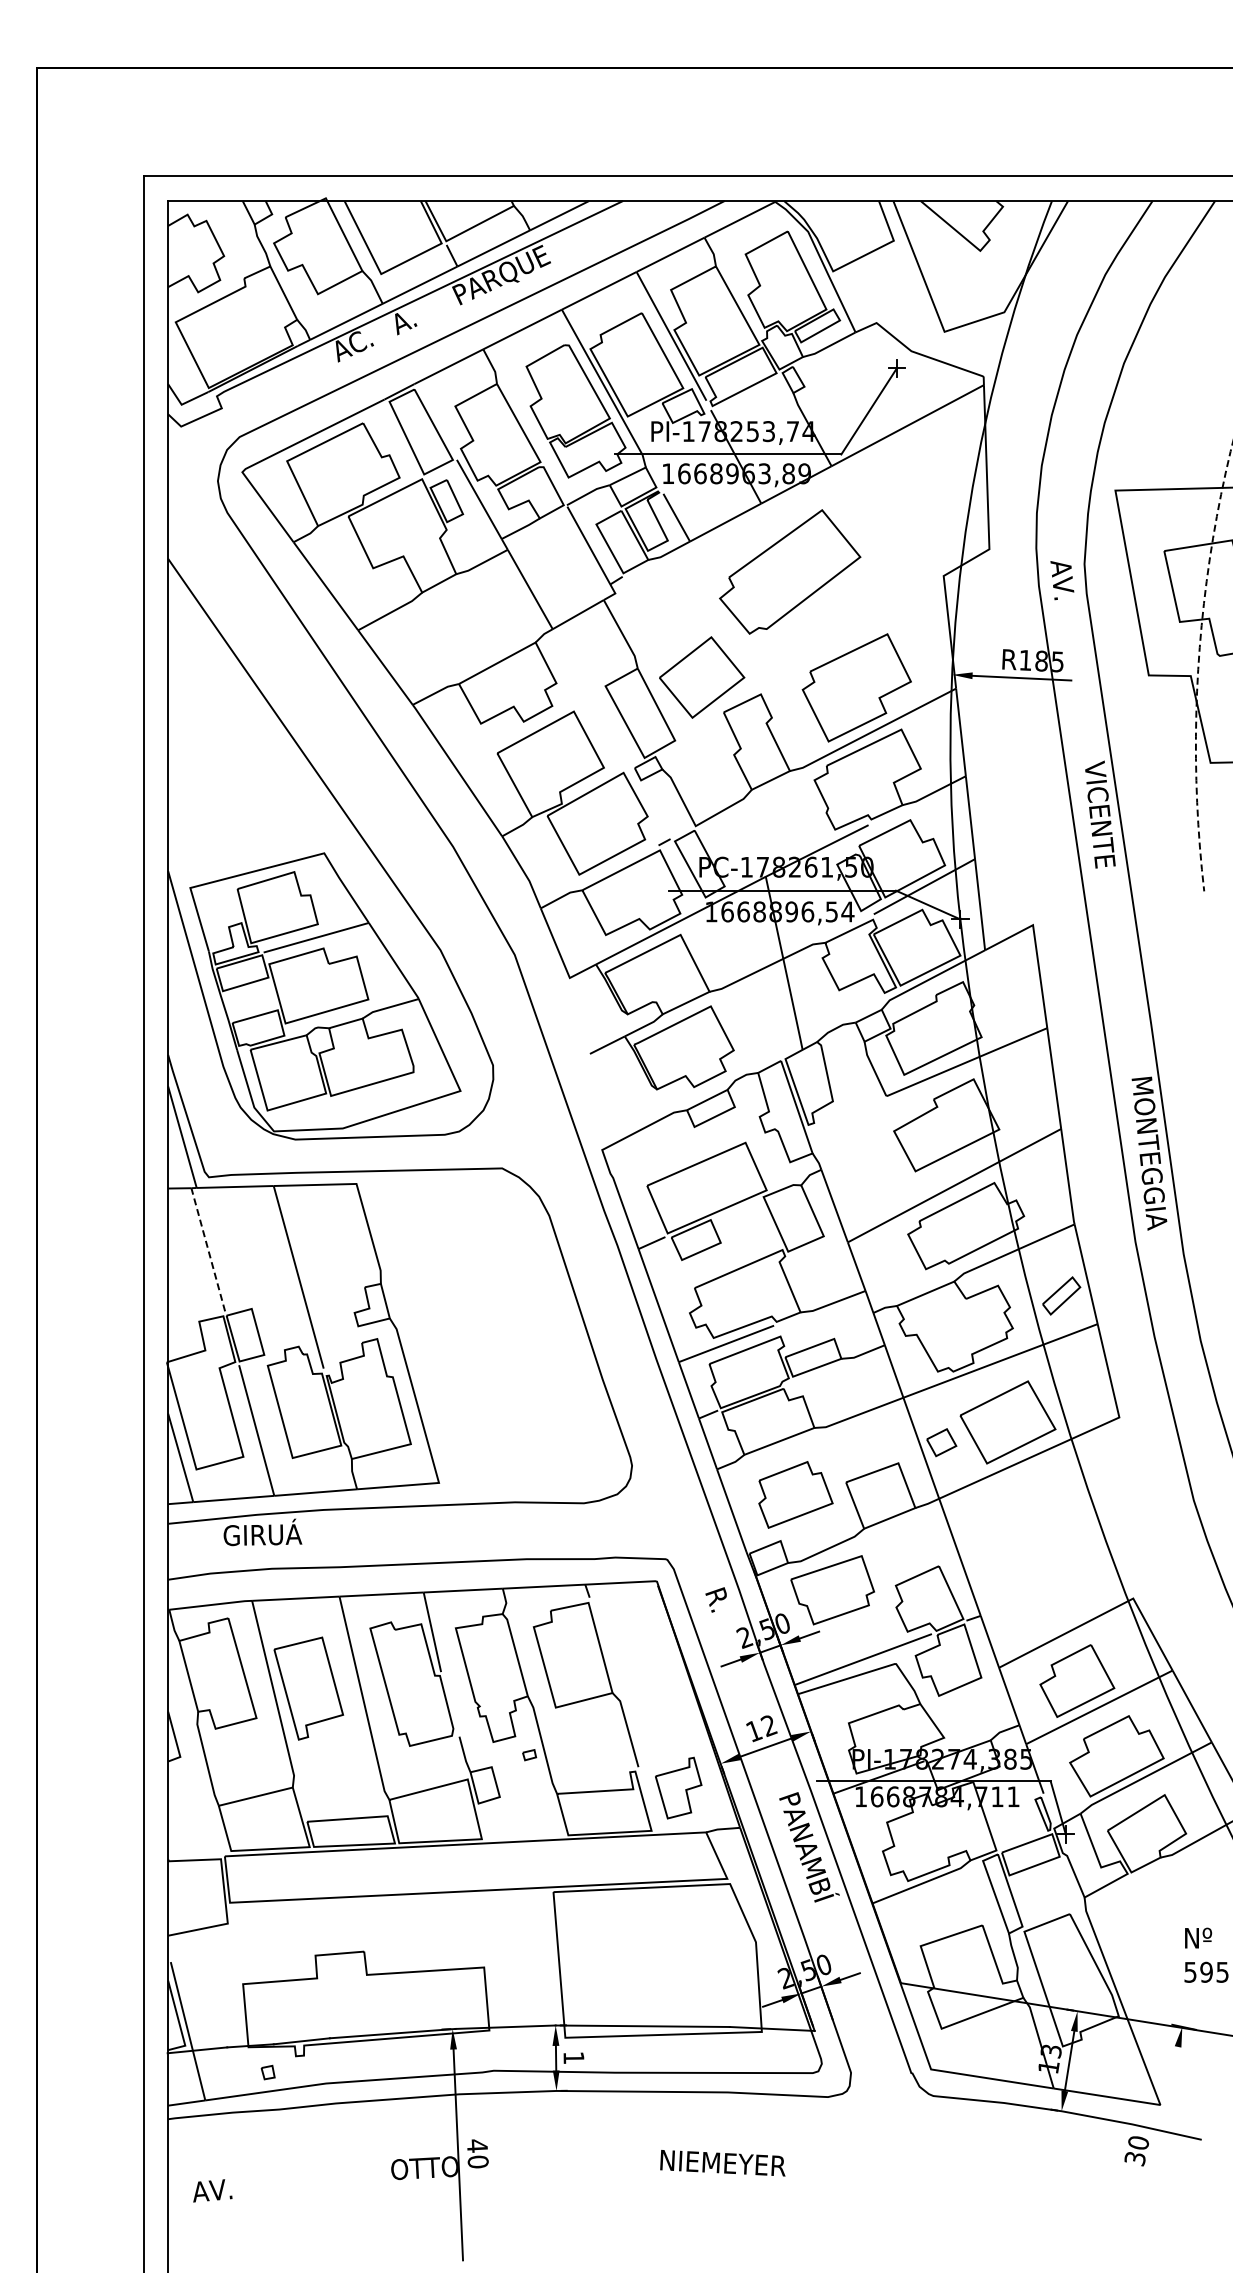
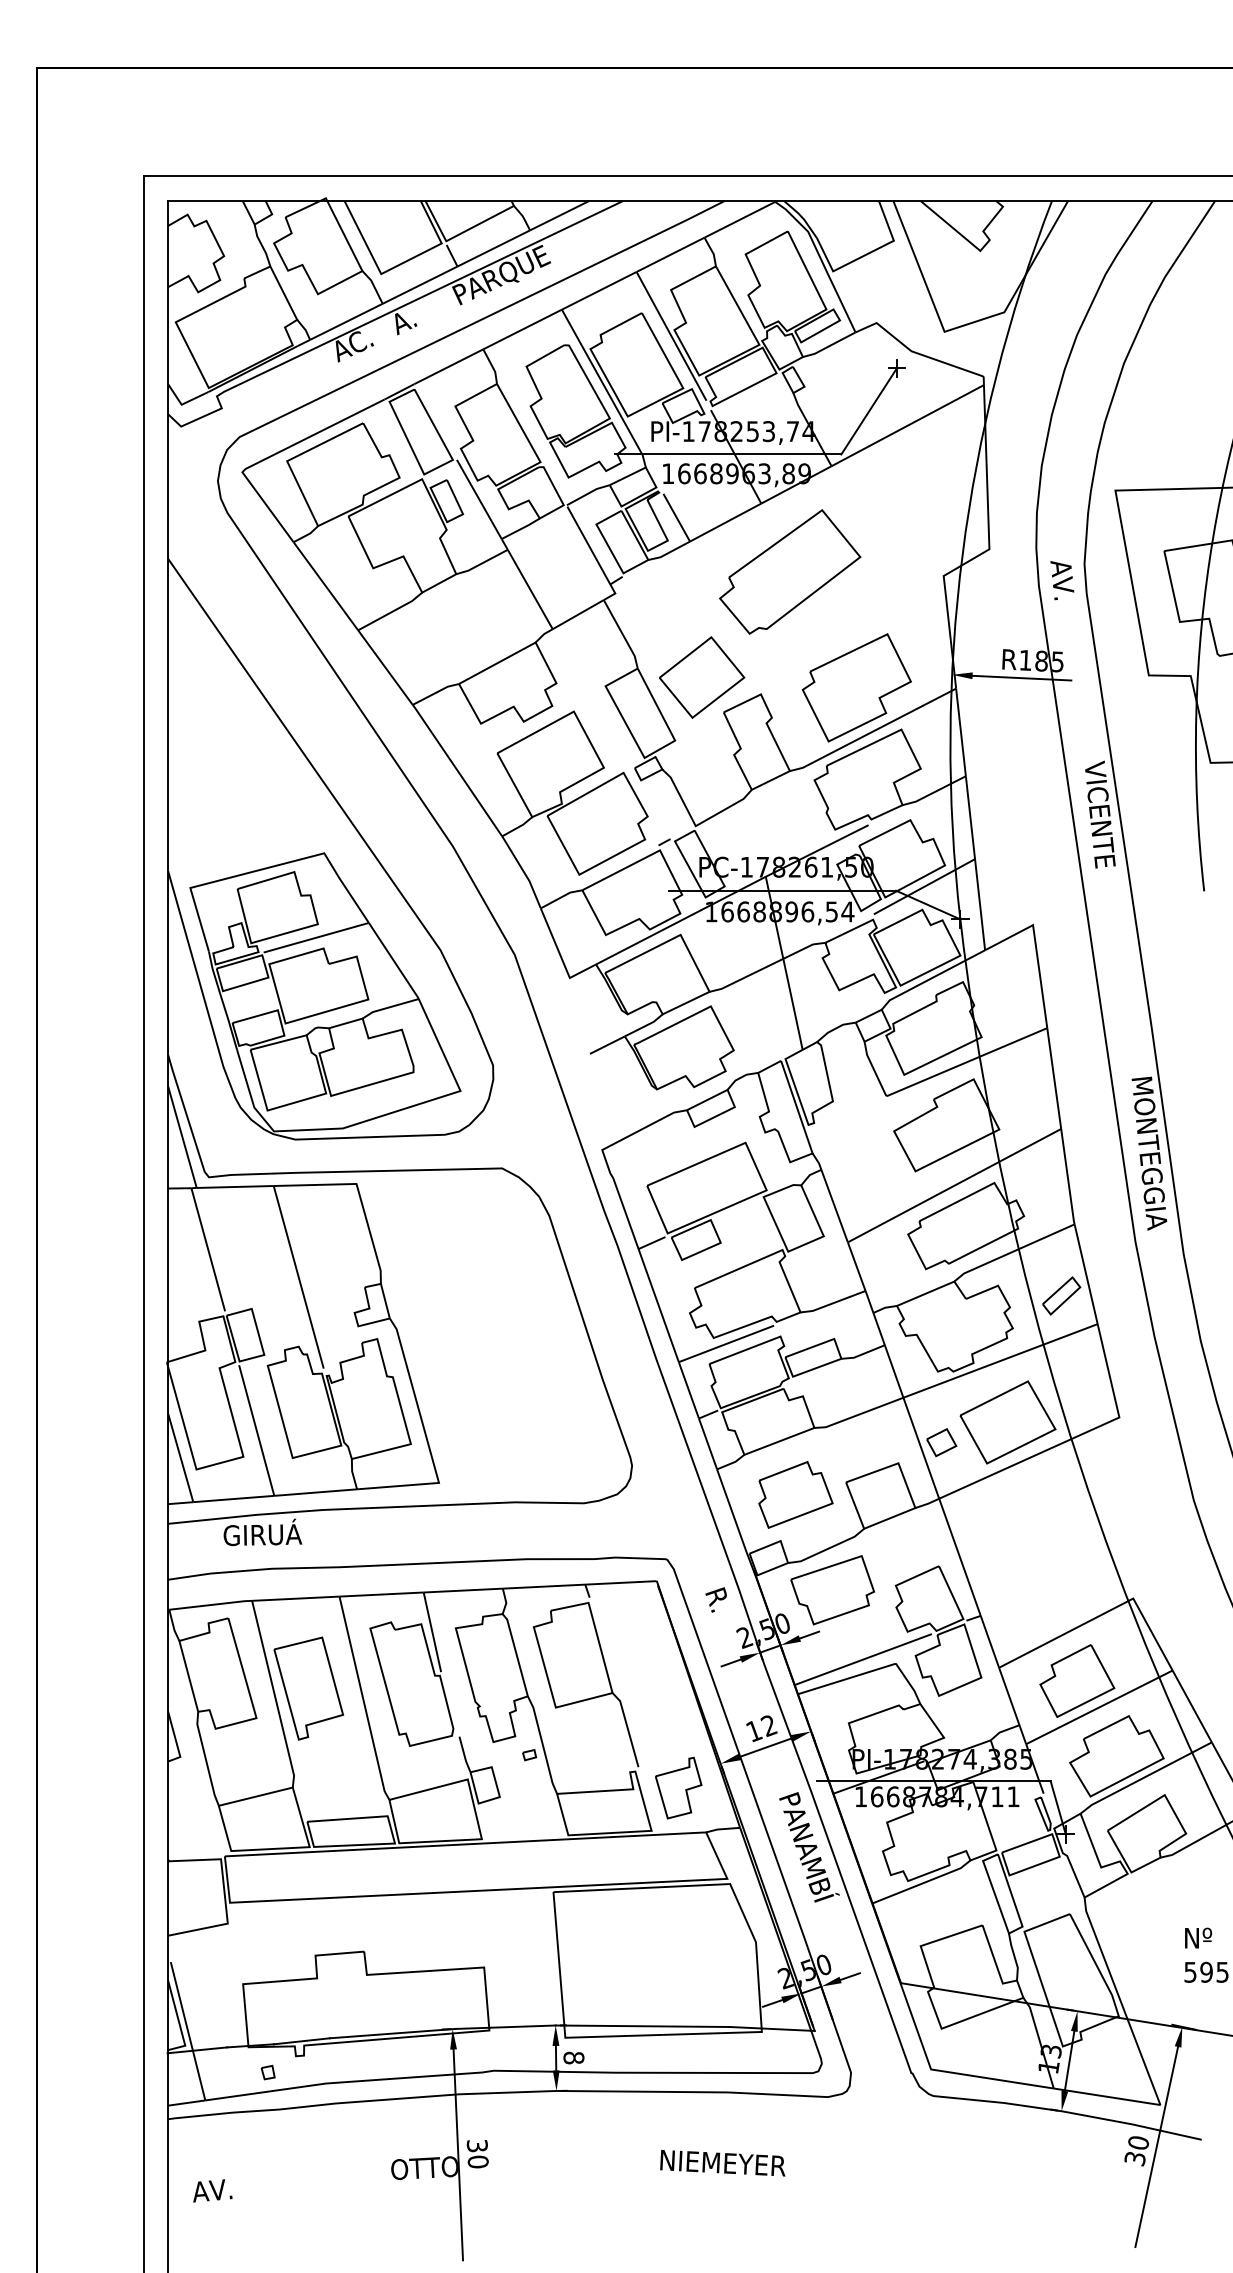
arc at (1198, 665): dashed -> solid
line at (208, 1249): dashed -> solid
text at (573, 2057): 1 -> 8
text at (476, 2145): 40 -> 30
line at (1156, 2146): none -> present
